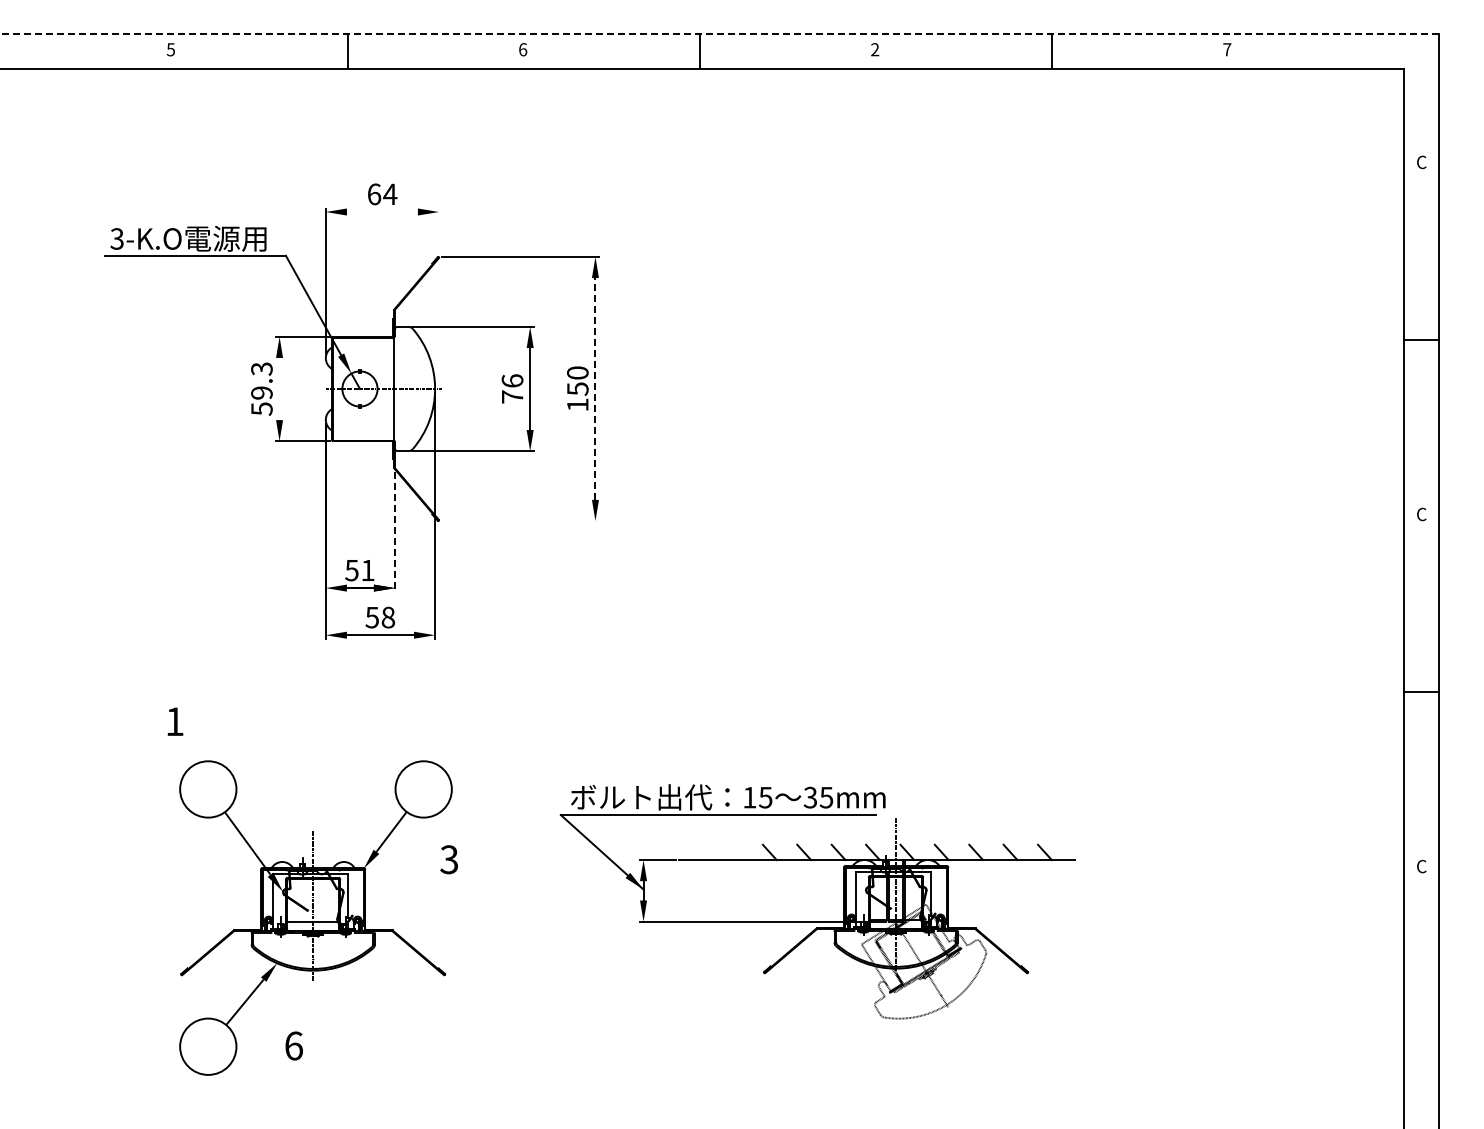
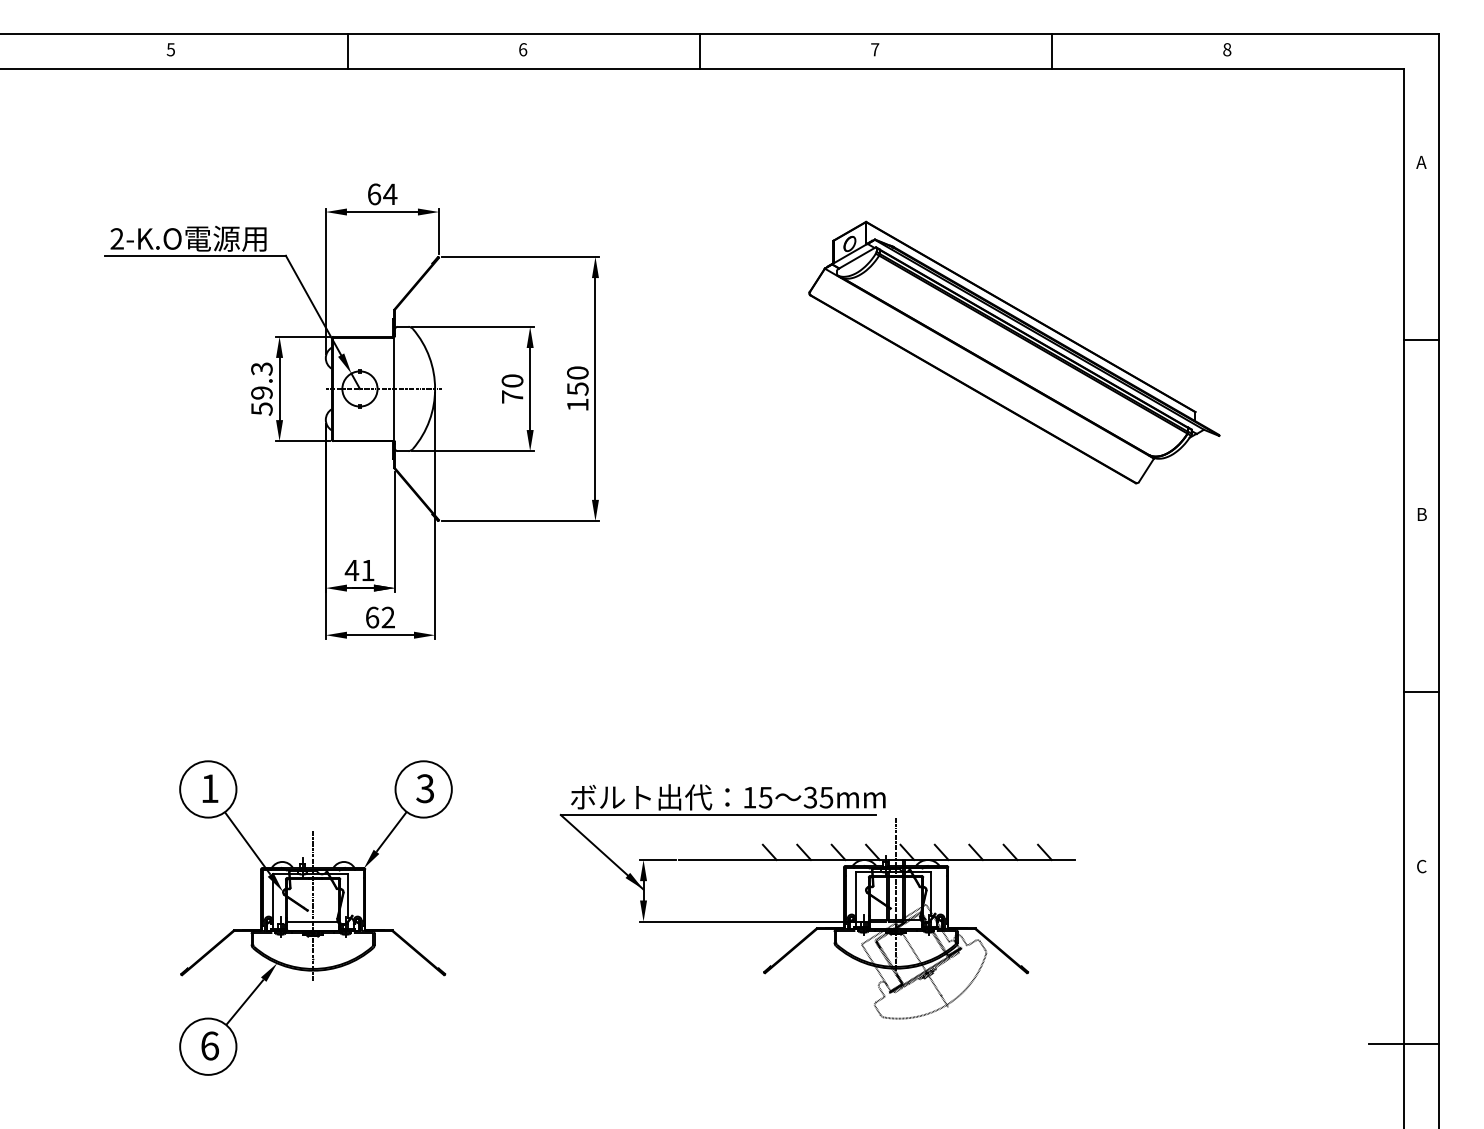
line at (719, 33): dashed -> solid
text at (875, 49): 2 -> 7
text at (1227, 49): 7 -> 8
text at (1421, 162): C -> A
line at (381, 212): none -> present
line at (439, 231): none -> present
text at (116, 238): 3-K.O -> 2-K.O
part at (1014, 352): none -> present
text at (512, 380): 76 -> 70
line at (279, 388): none -> present
line at (595, 388): dashed -> solid
text at (1421, 514): C -> B
line at (519, 521): none -> present
line at (395, 531): dashed -> solid
text at (351, 570): 51 -> 41
text at (380, 617): 58 -> 62
text at (175, 721) position: (175, 721) -> (210, 788)
text at (448, 859) position: (448, 859) -> (424, 788)
line at (1404, 1044): none -> present
text at (293, 1045) position: (293, 1045) -> (209, 1045)
